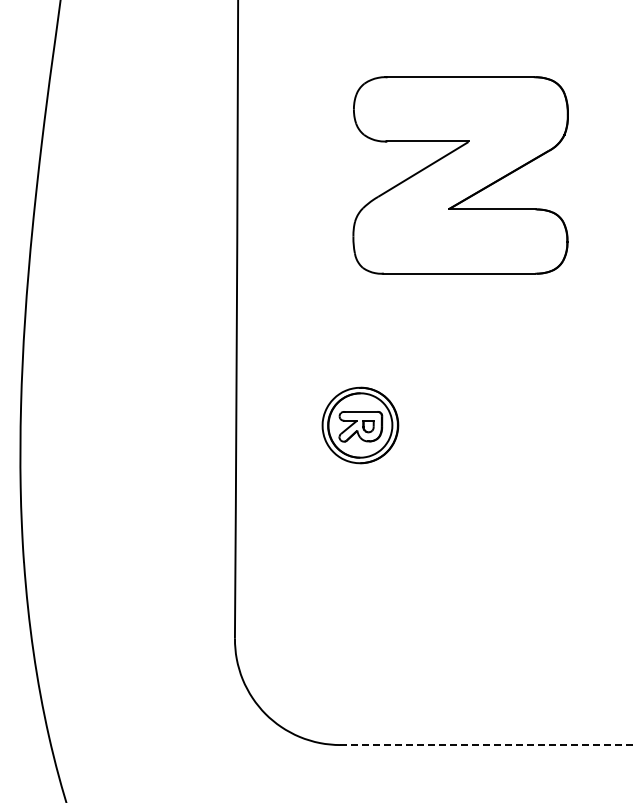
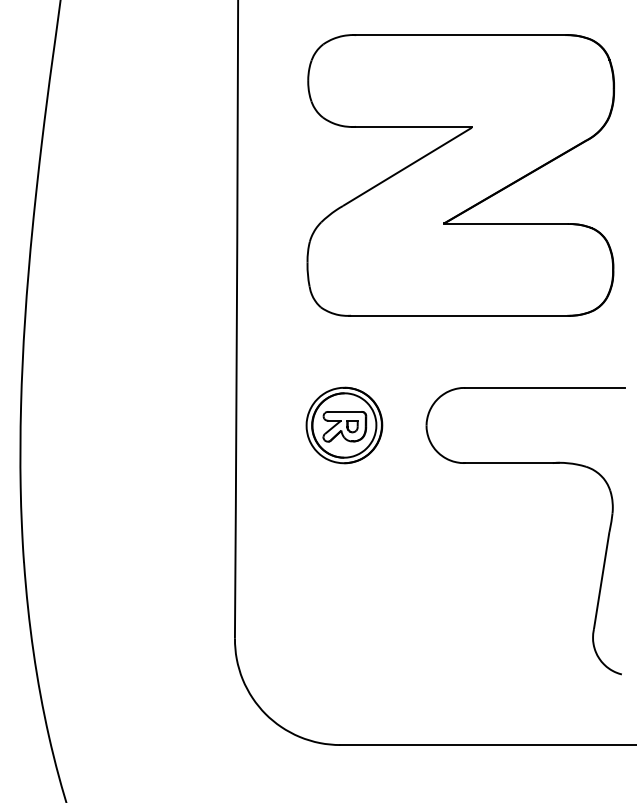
part at (460, 175) size: 217x199 px -> 309x283 px
part at (360, 425) position: (360, 425) -> (344, 425)
part at (525, 463): none -> present
line at (489, 745): dashed -> solid
